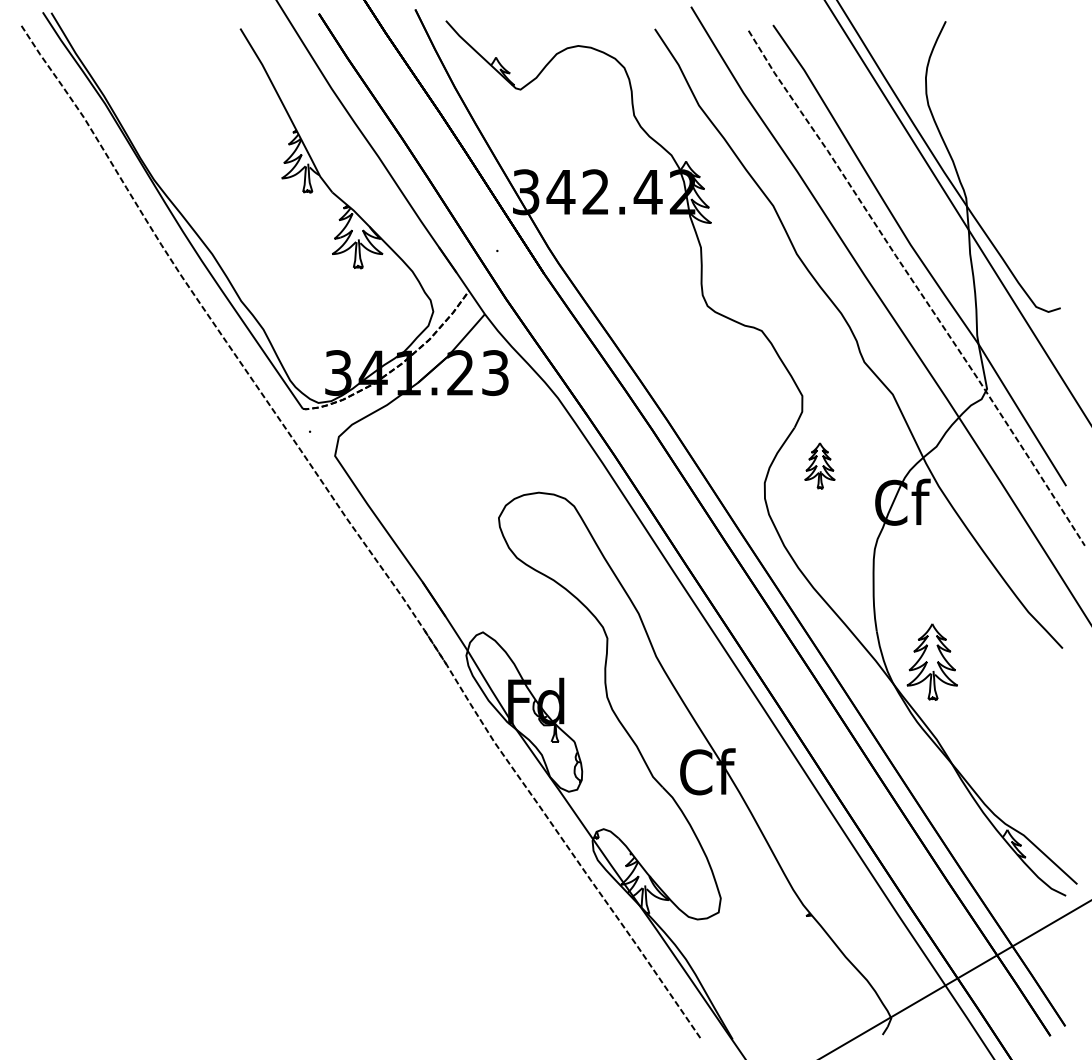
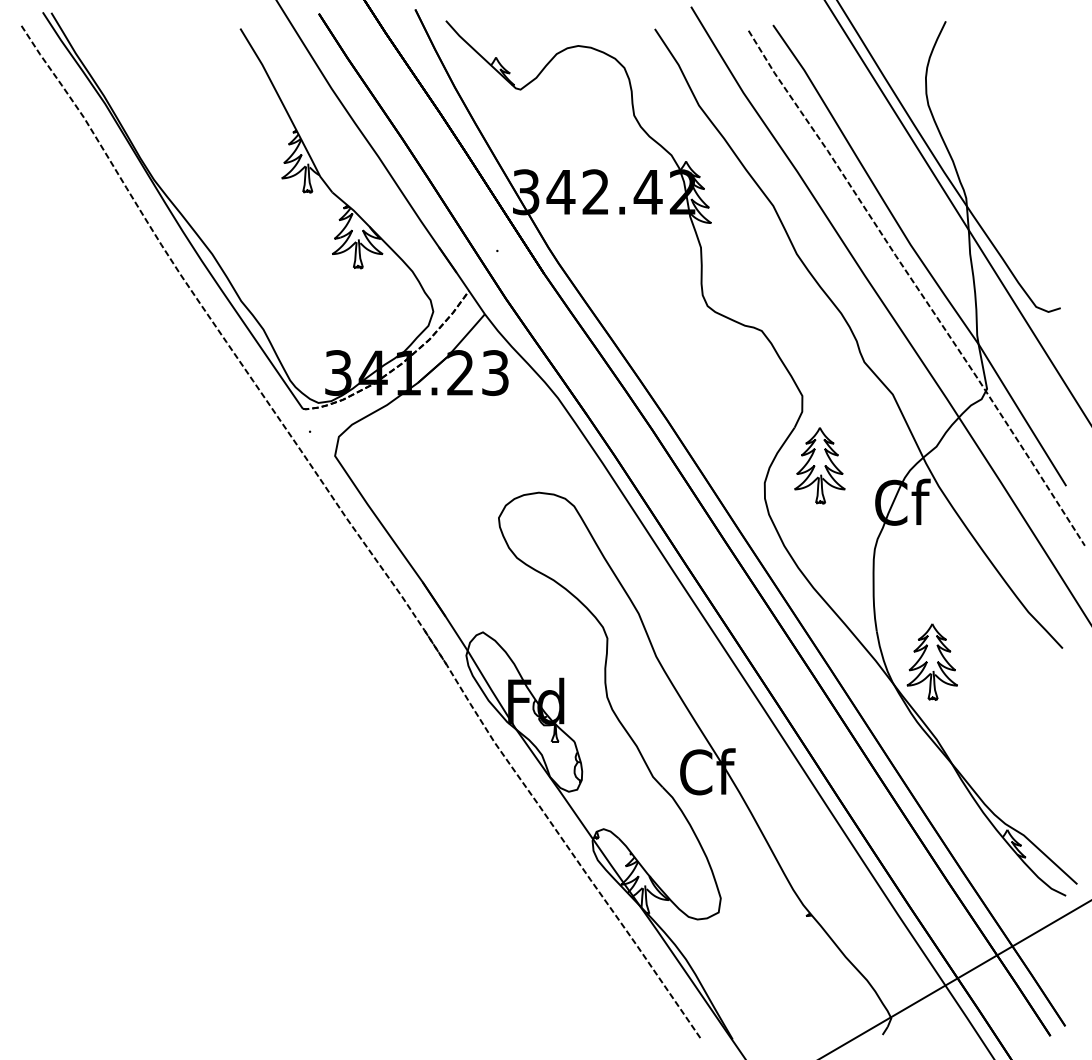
part at (819, 465) size: 32x48 px -> 52x78 px
